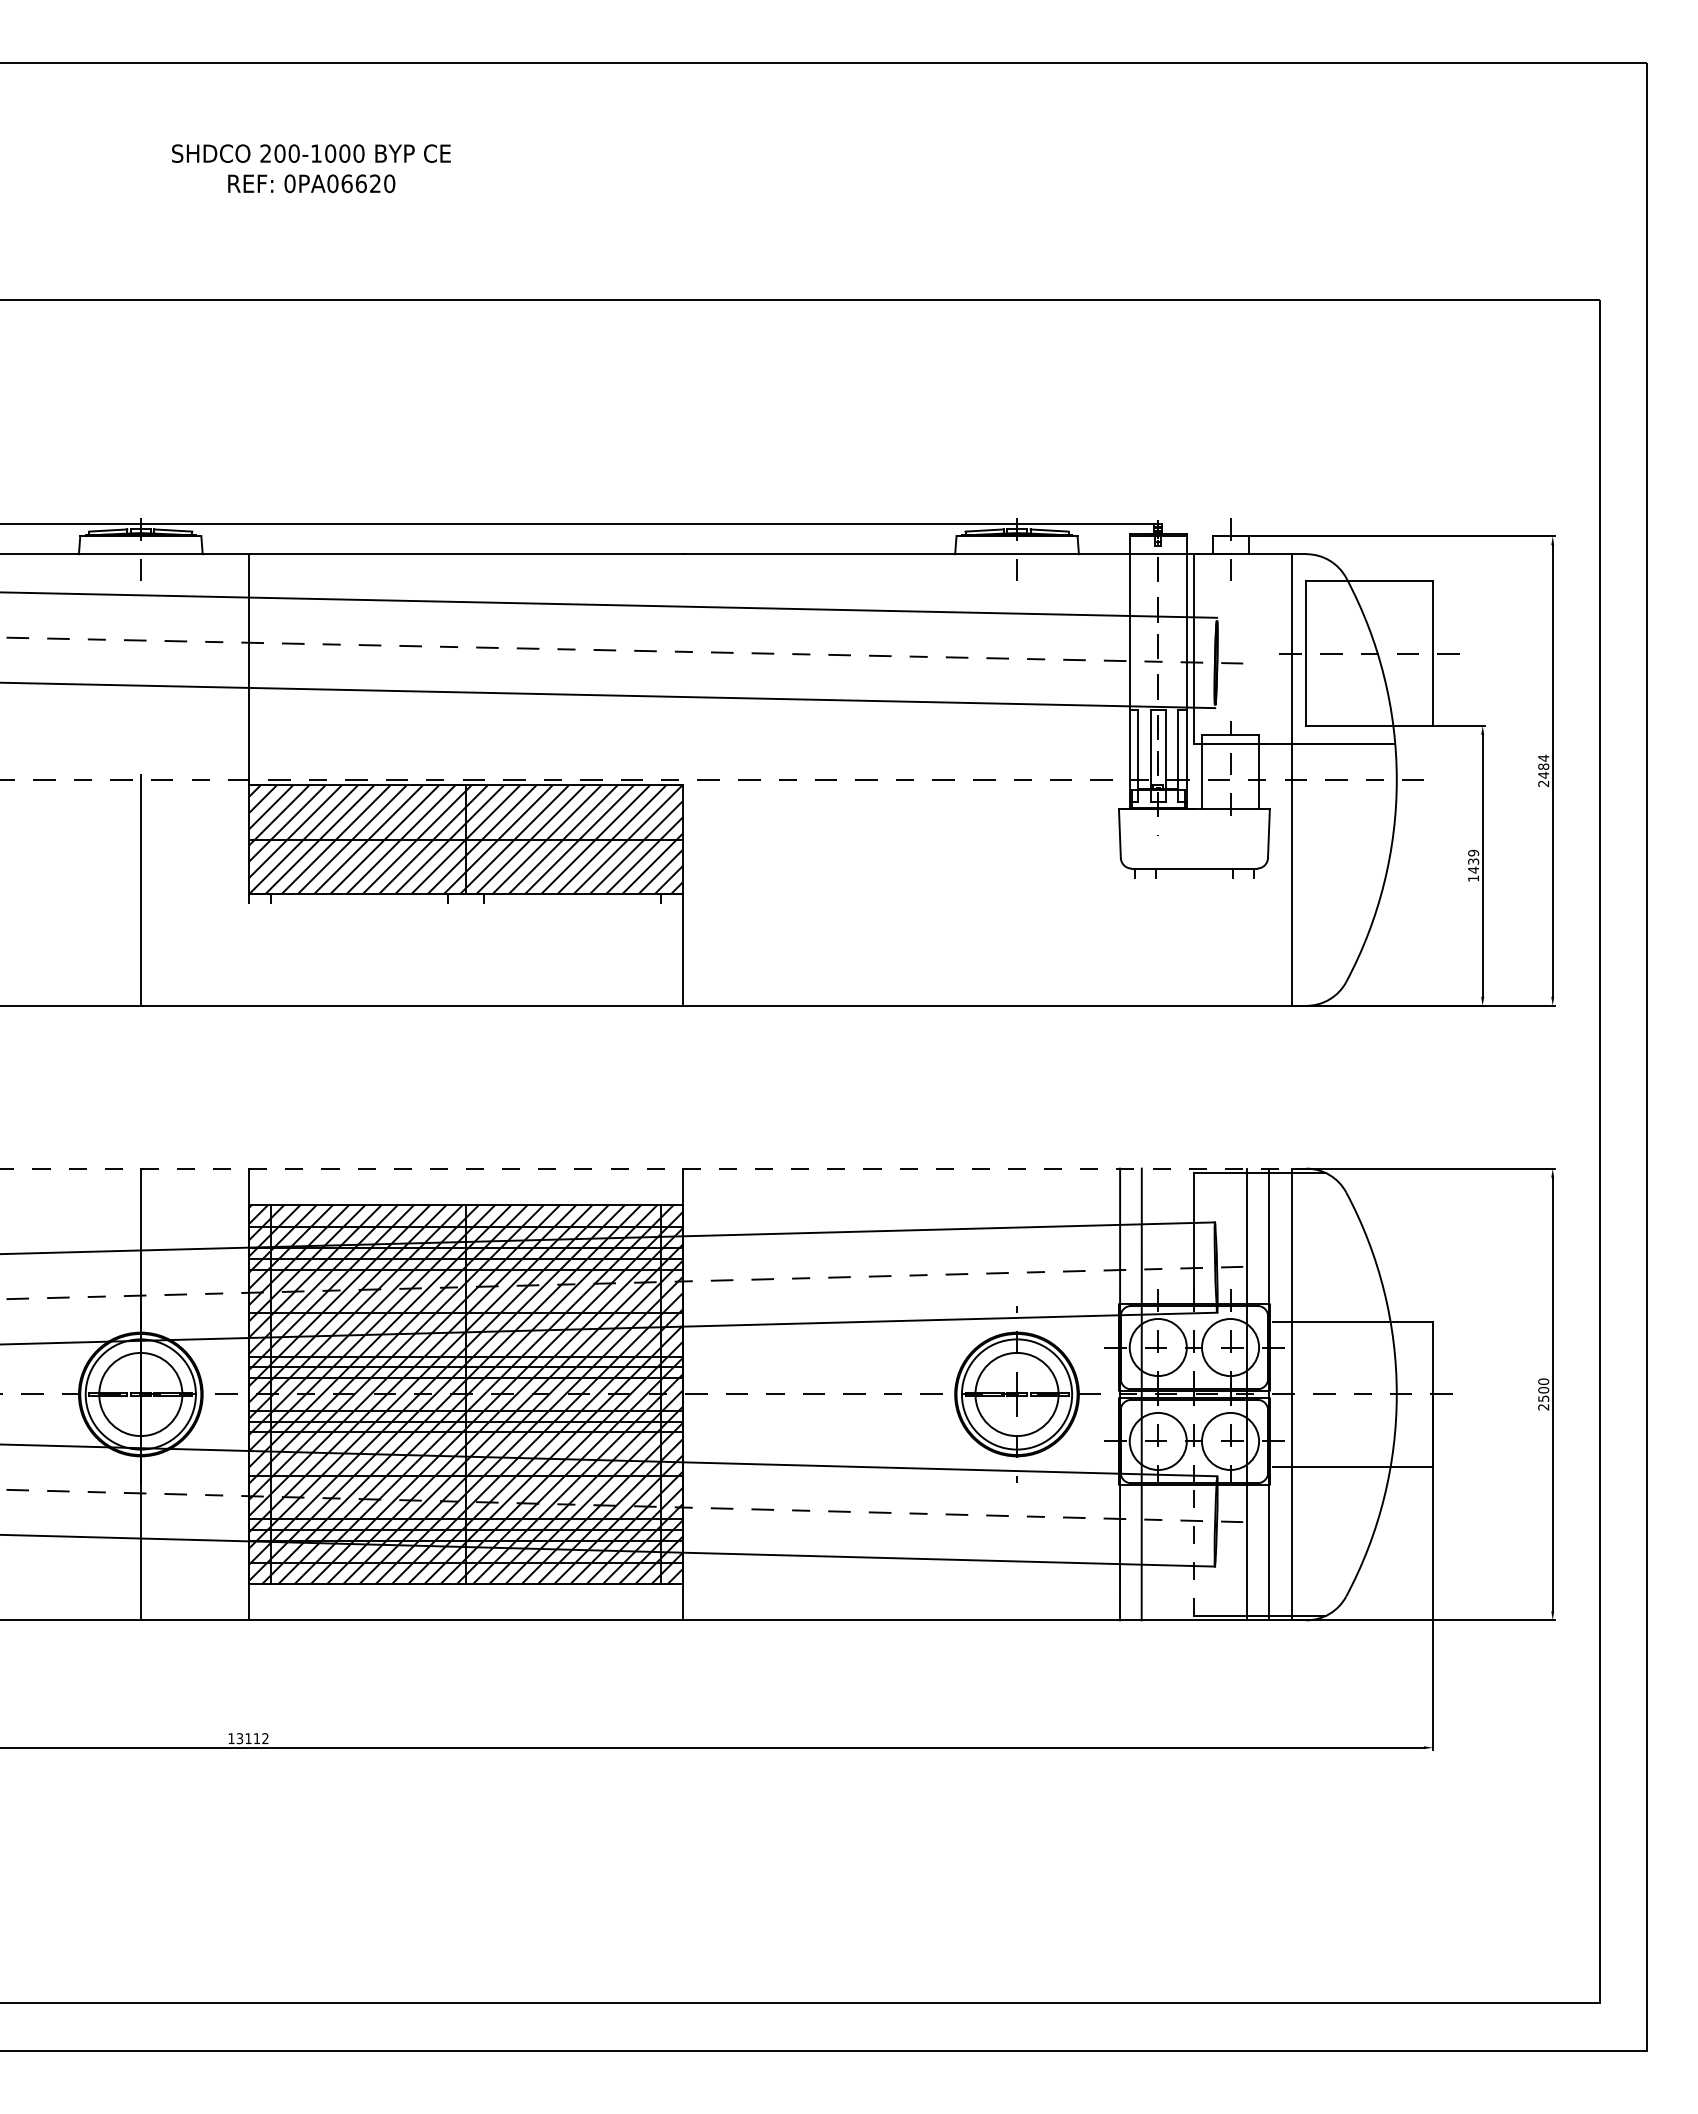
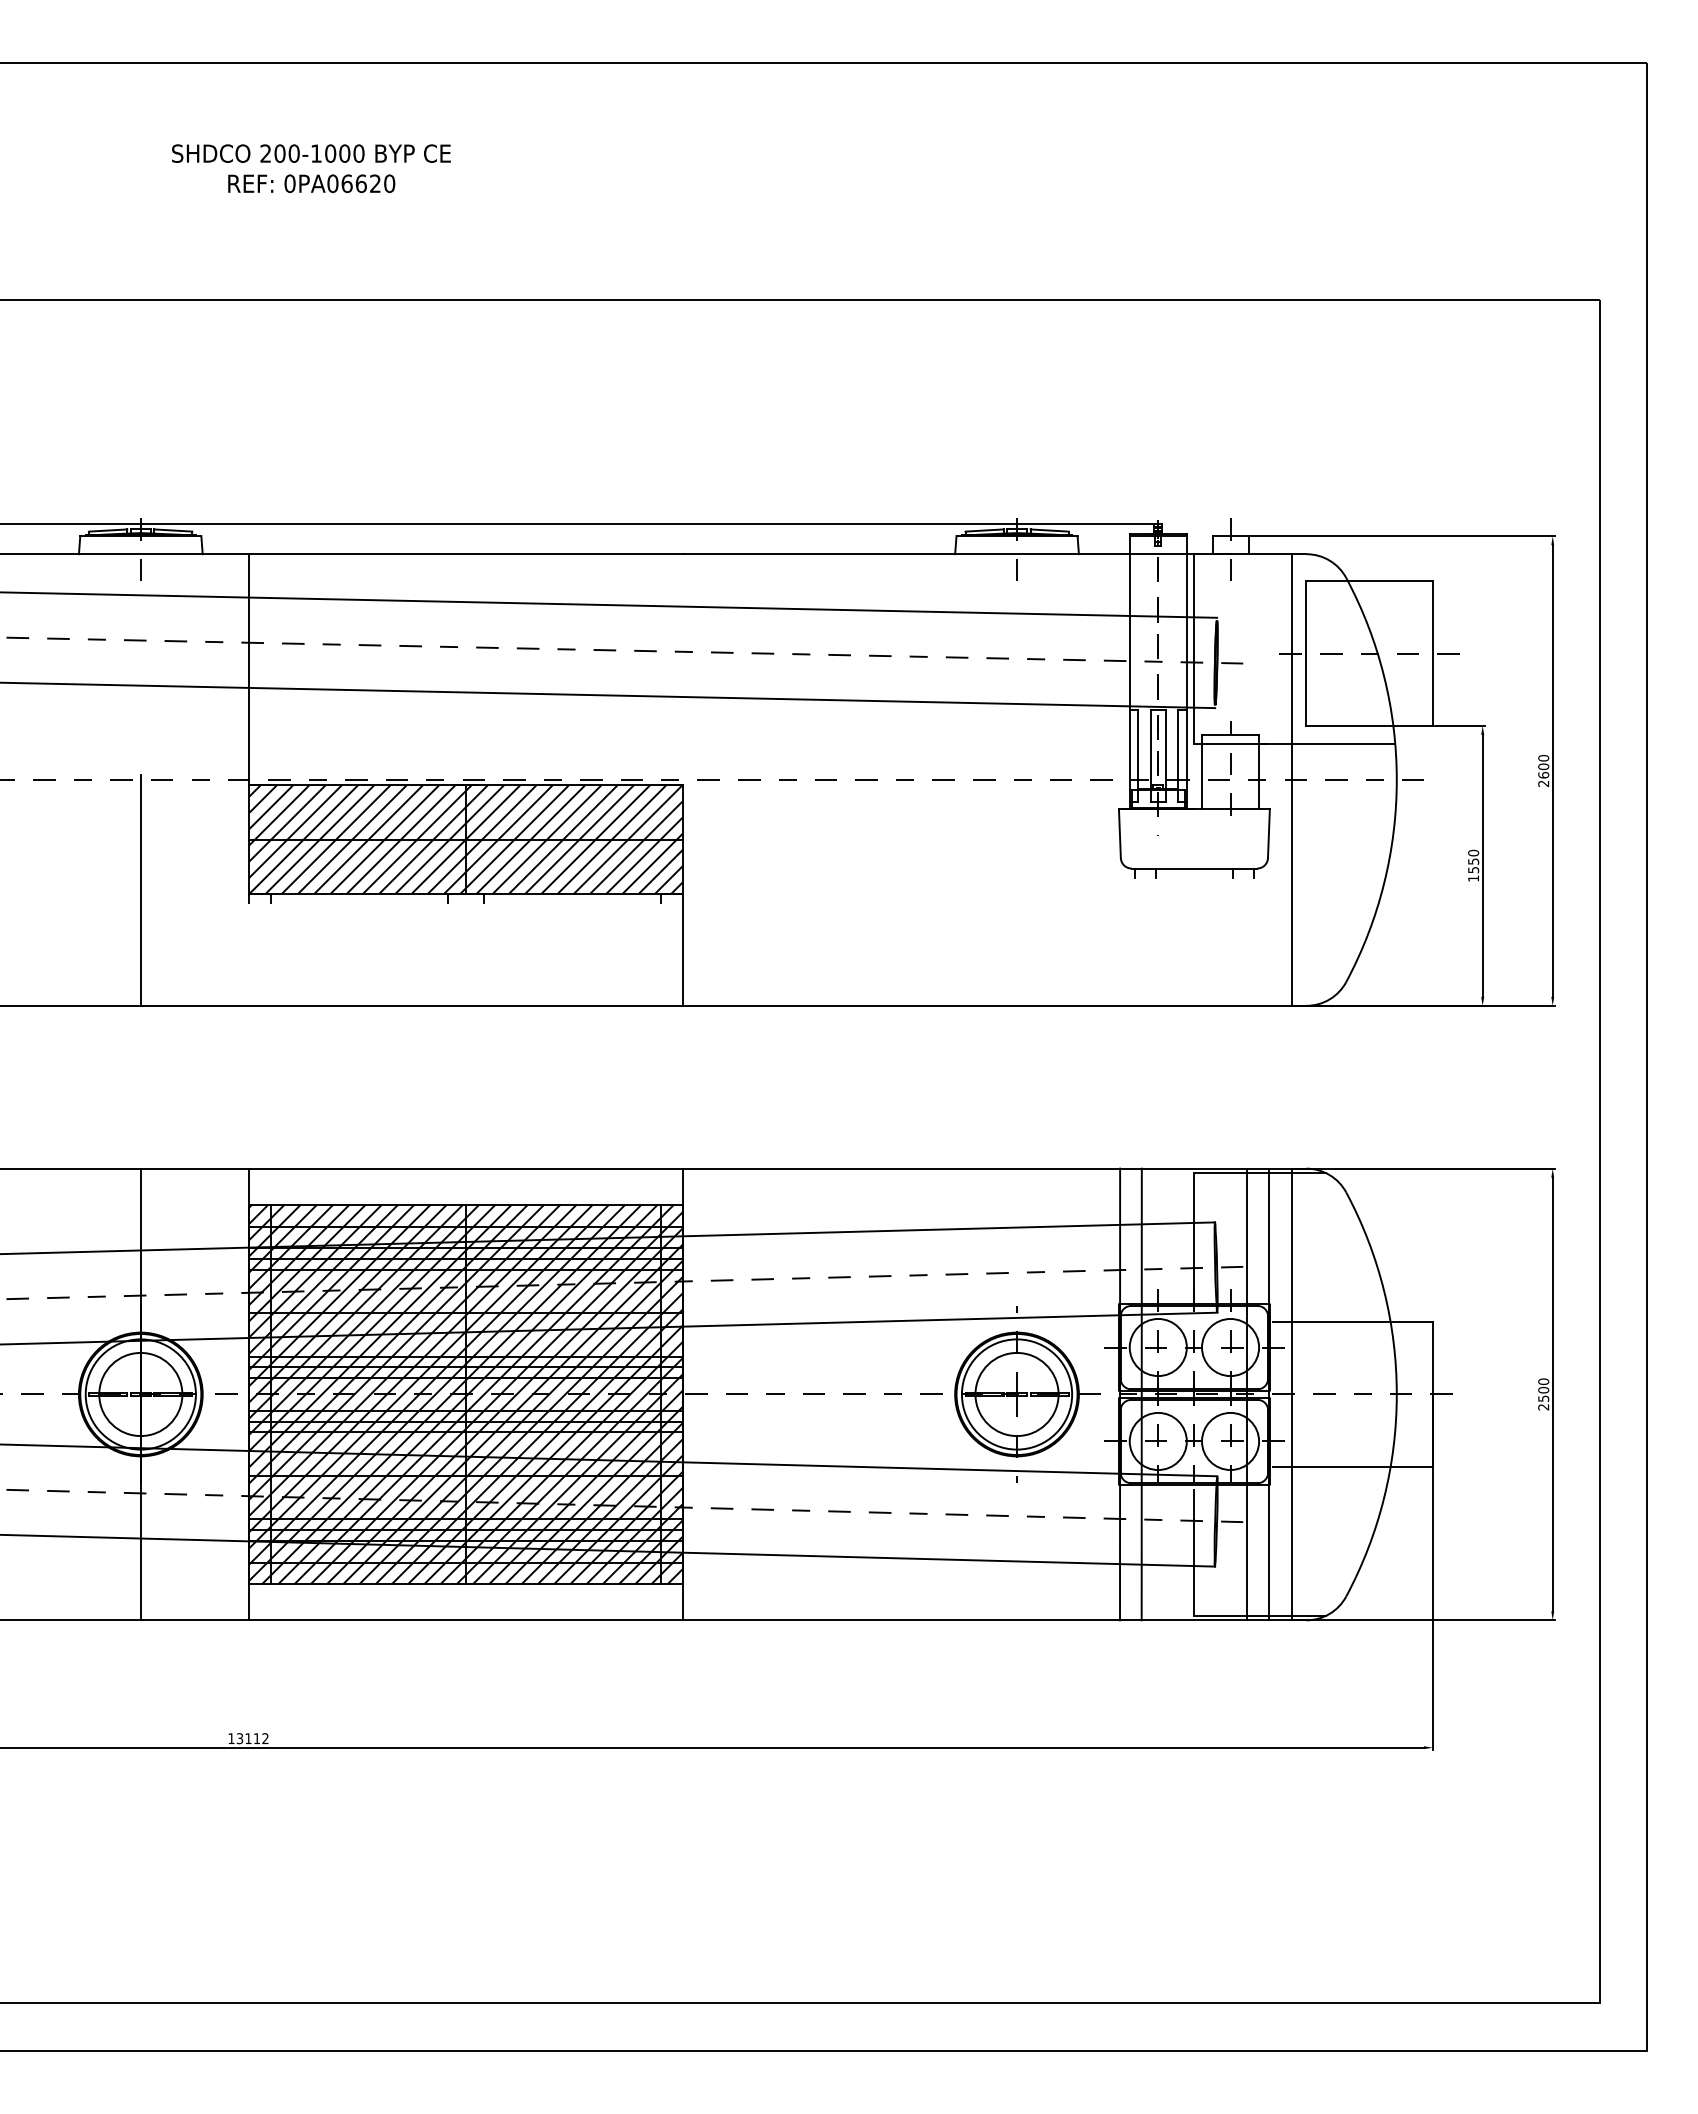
text at (1543, 766): 2484 -> 2600
text at (1473, 861): 1439 -> 1550
line at (653, 1168): dashed -> solid
line at (1194, 1553): dashed -> solid
